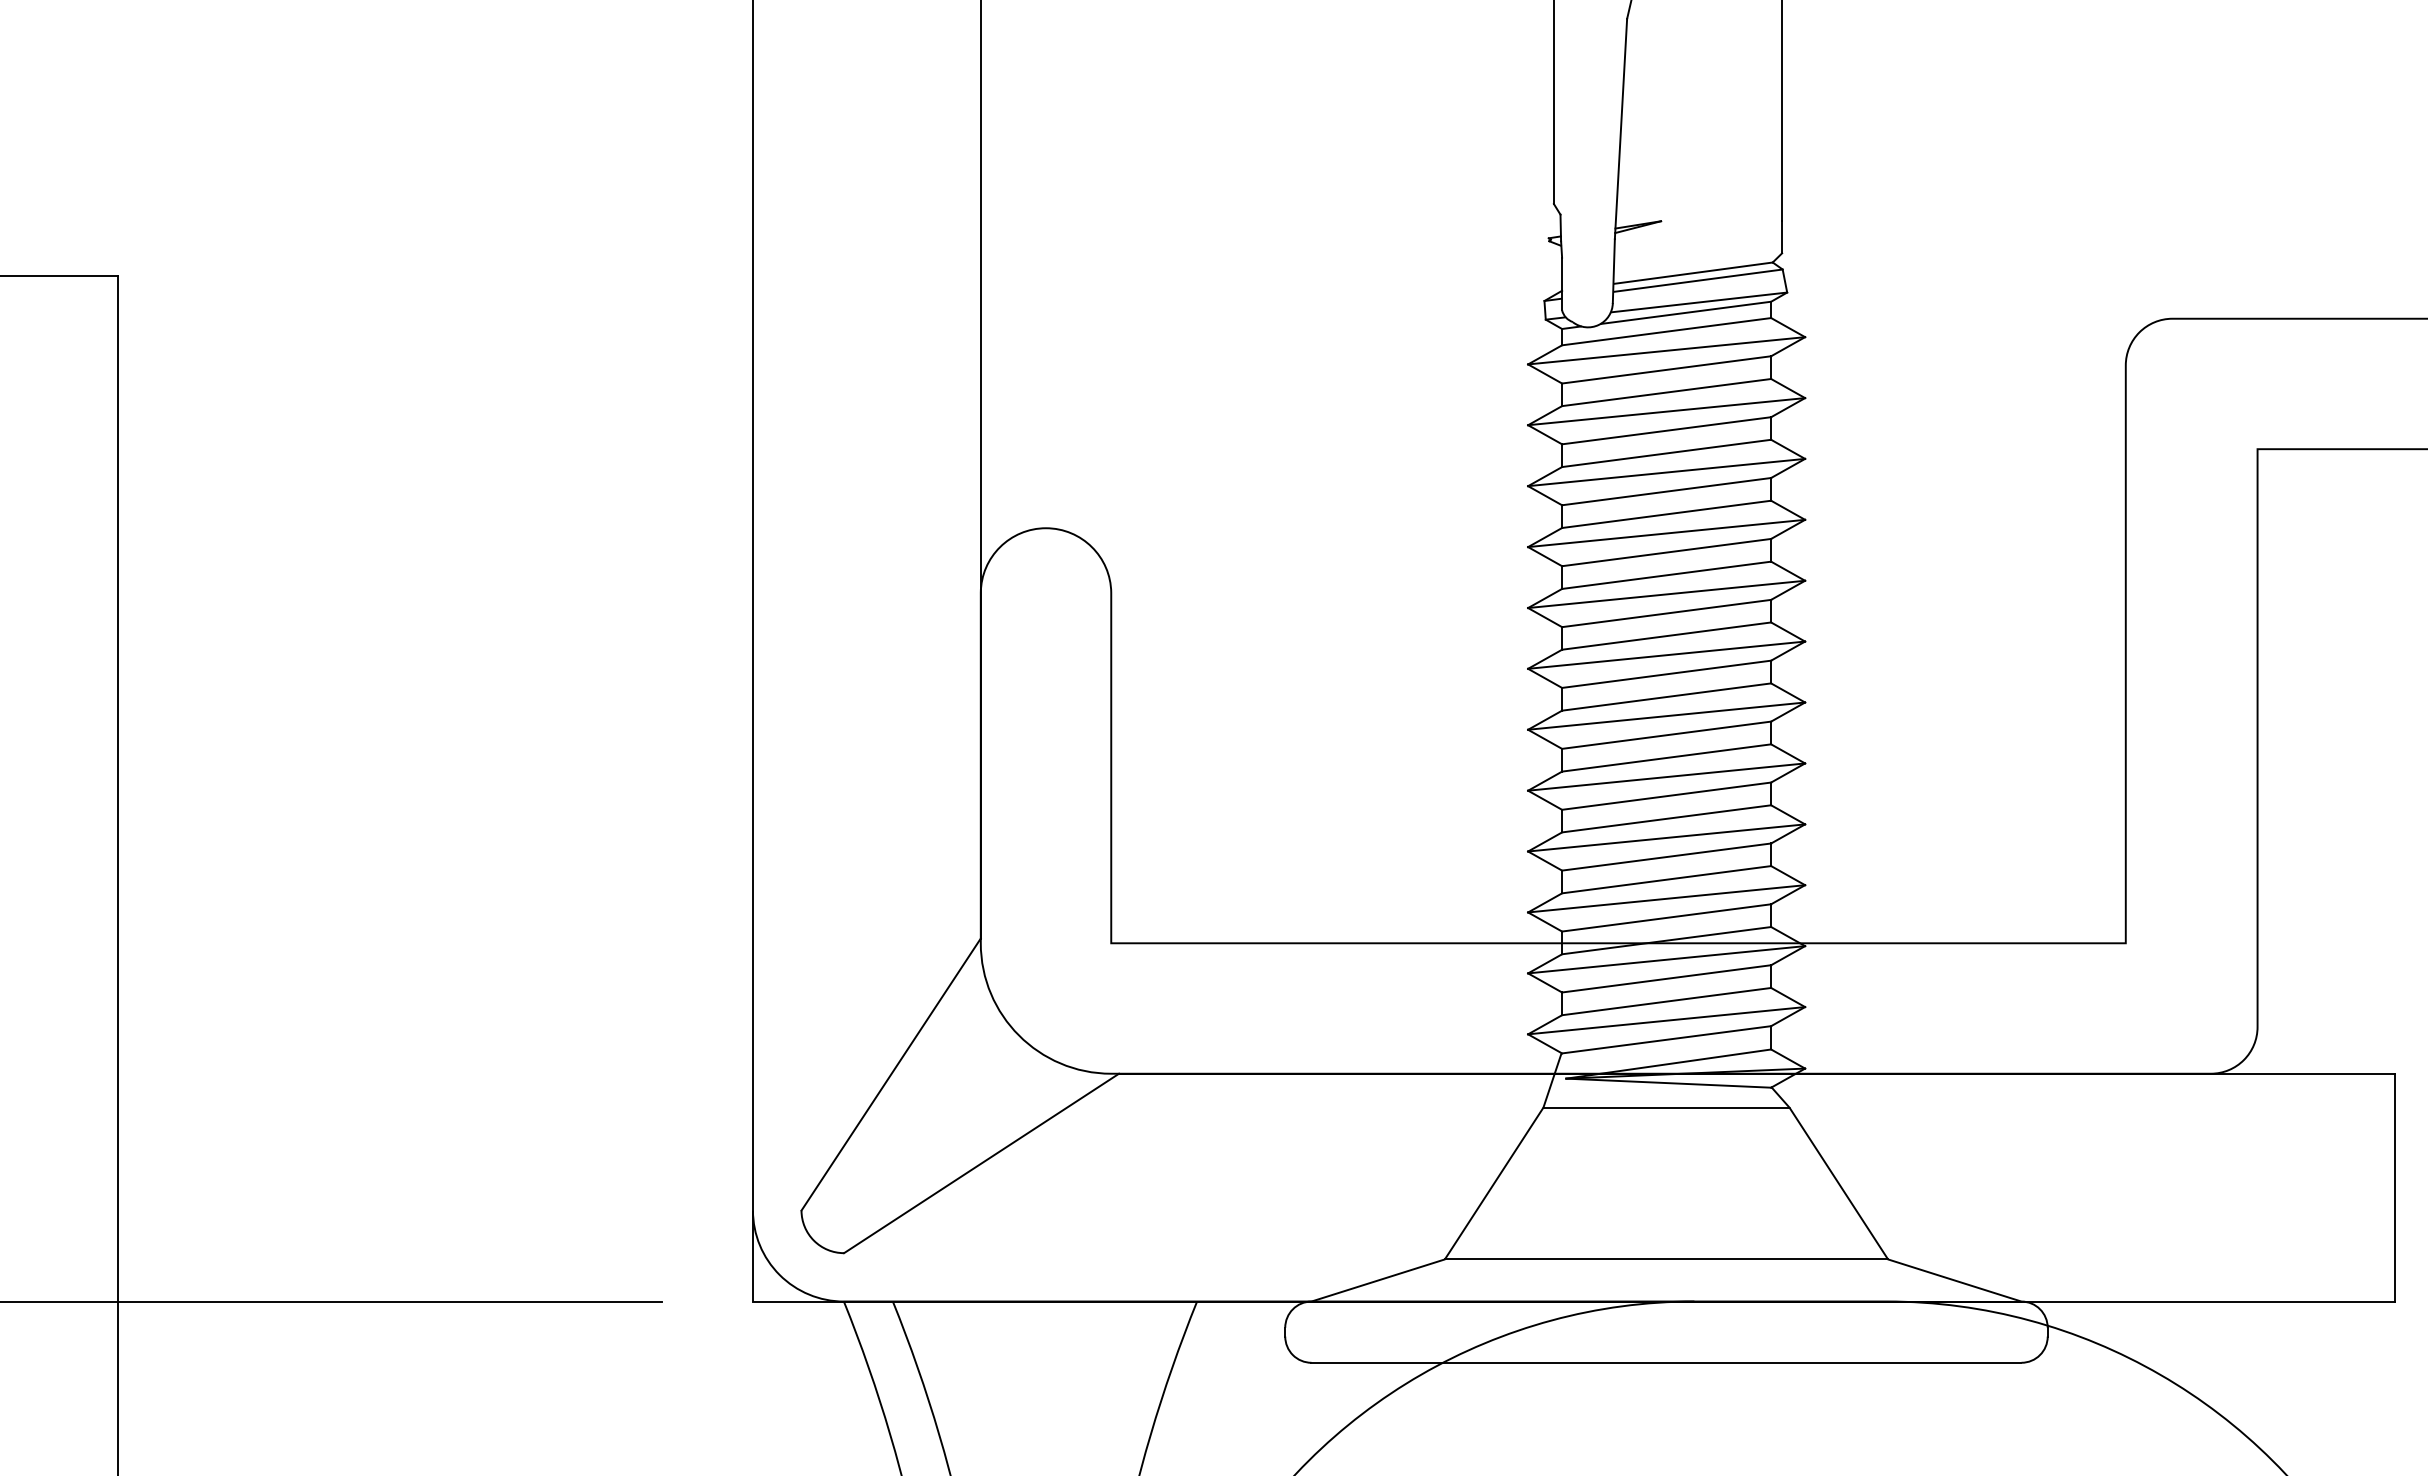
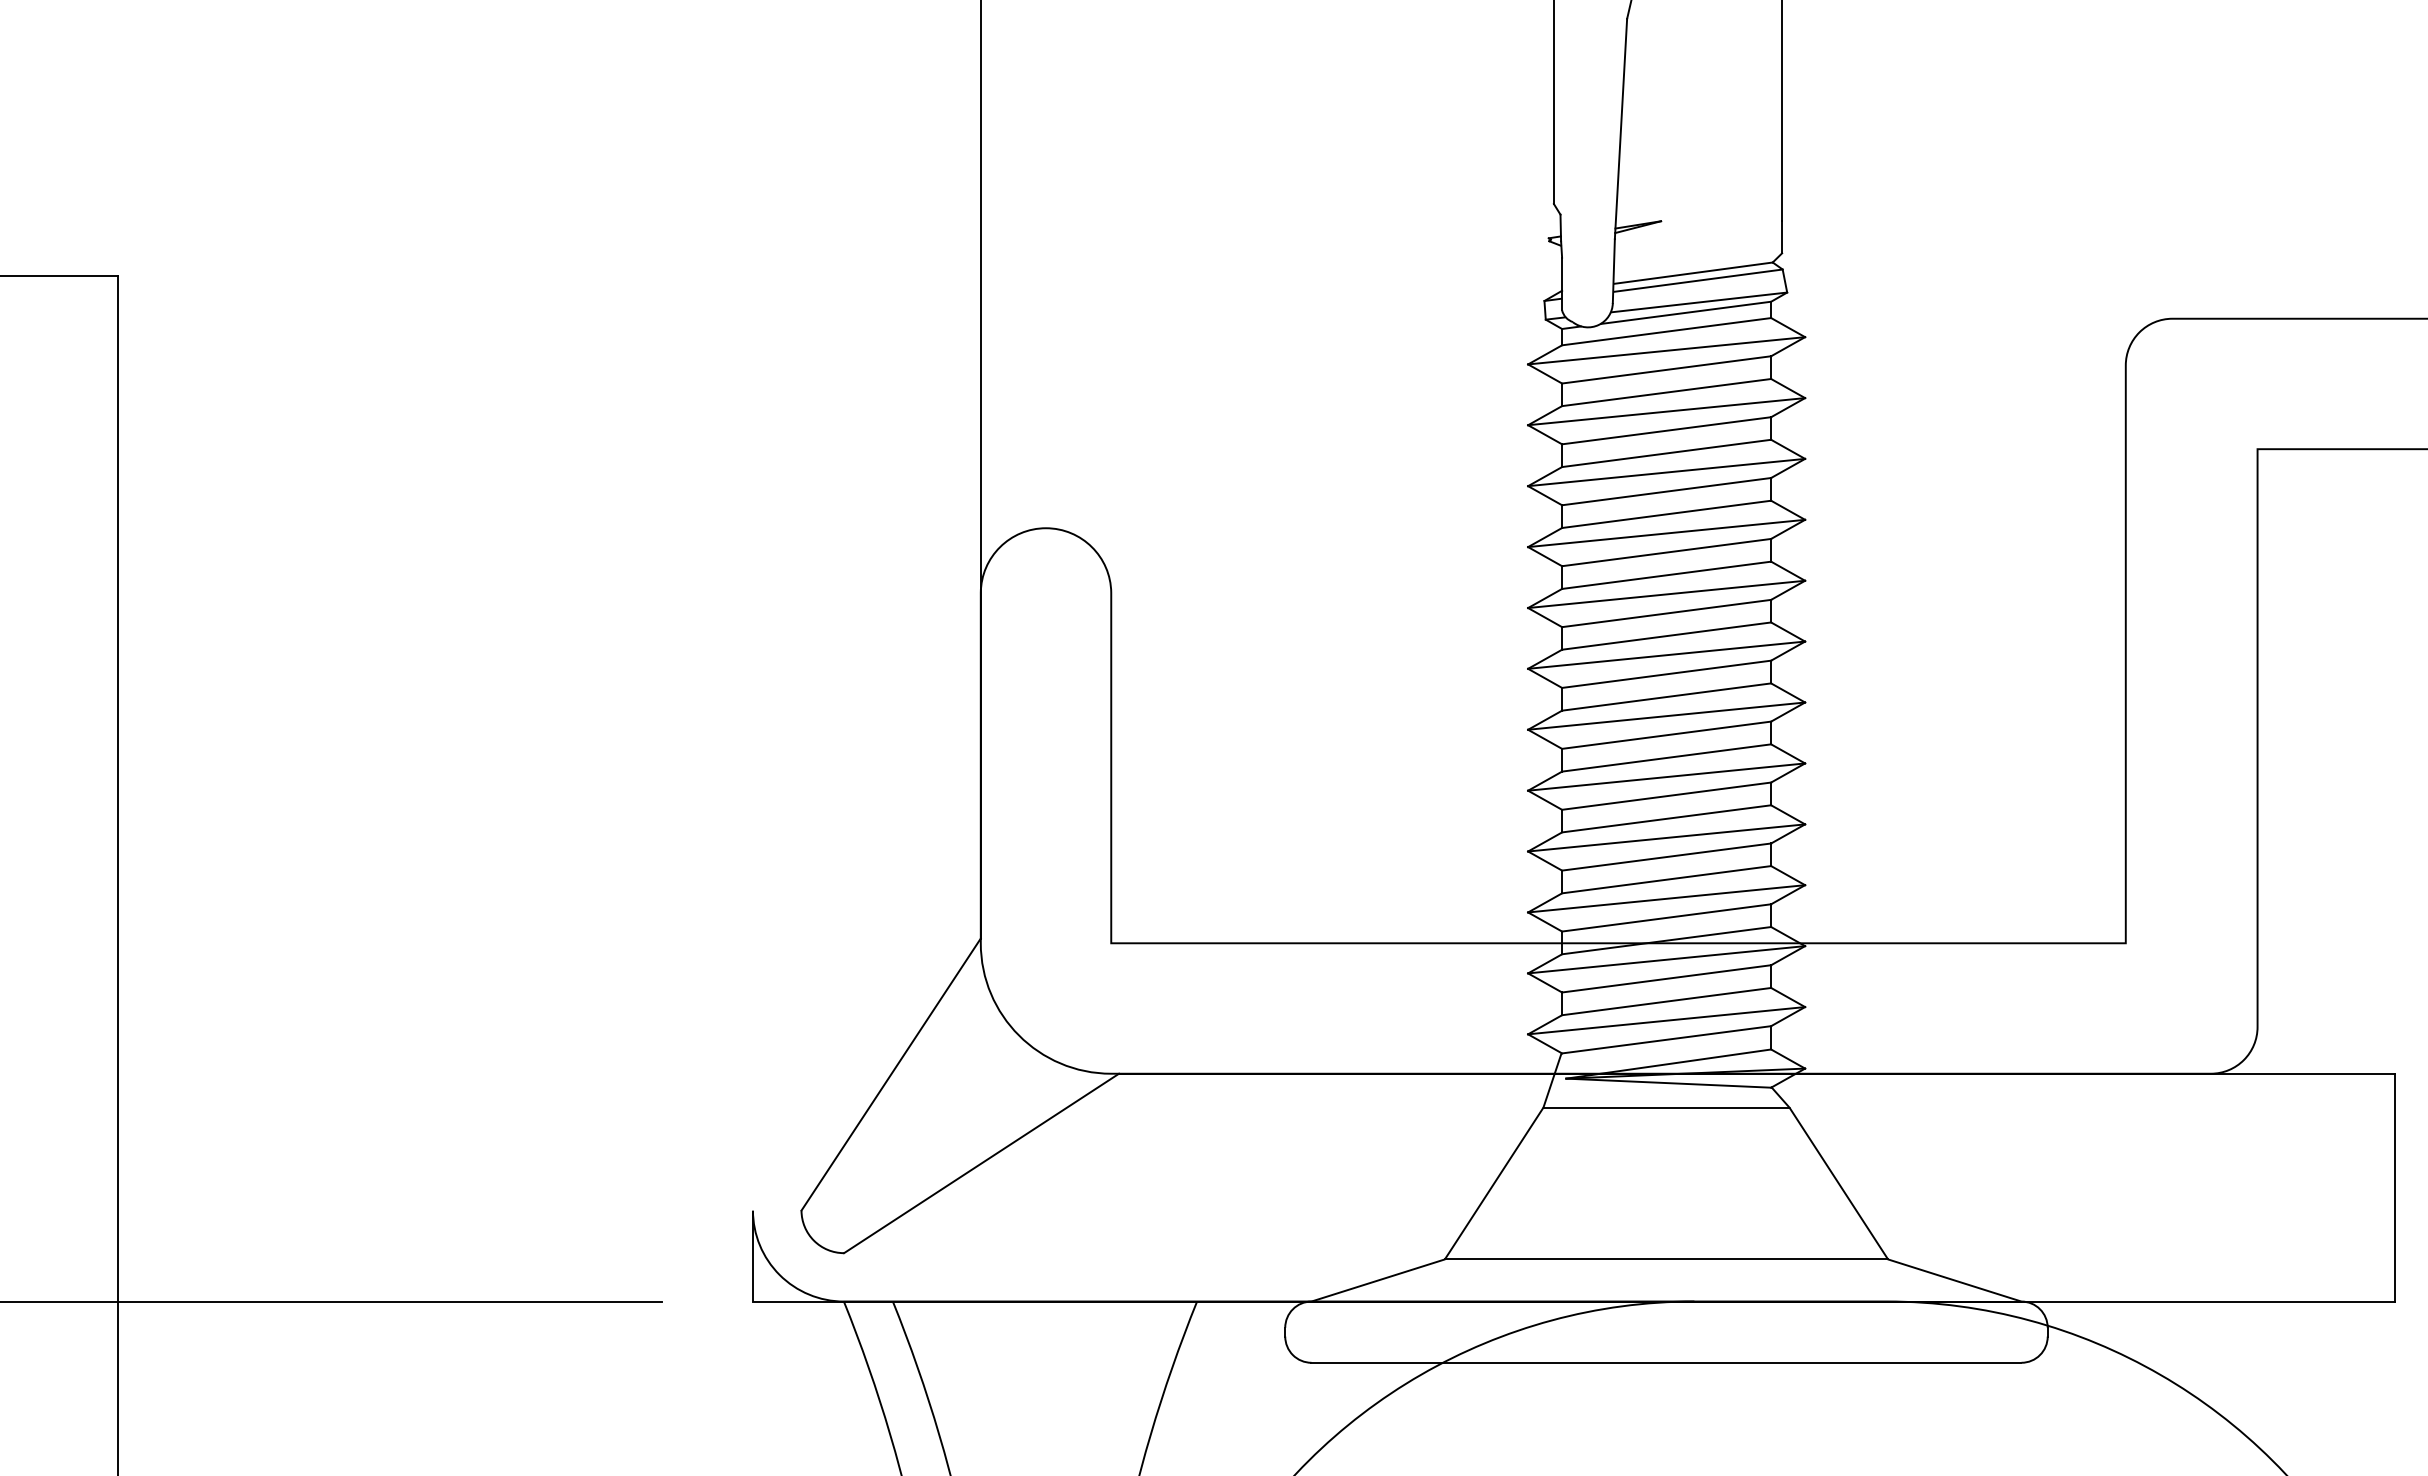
line at (752, 606): present -> none
